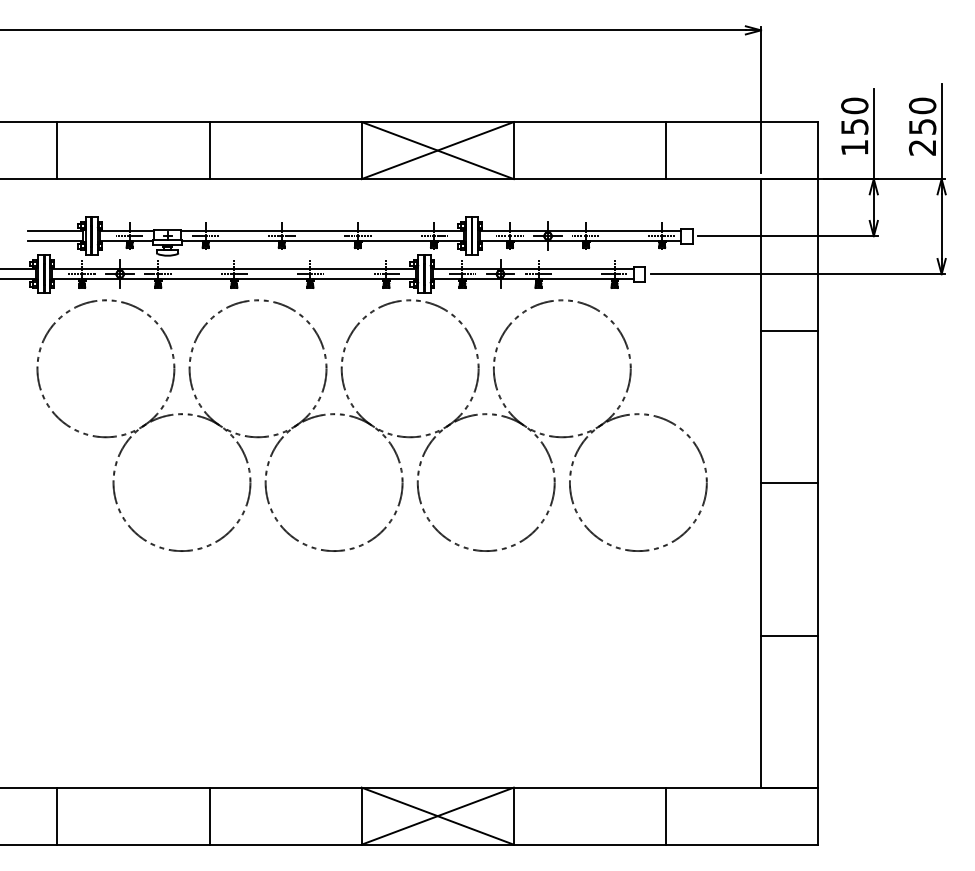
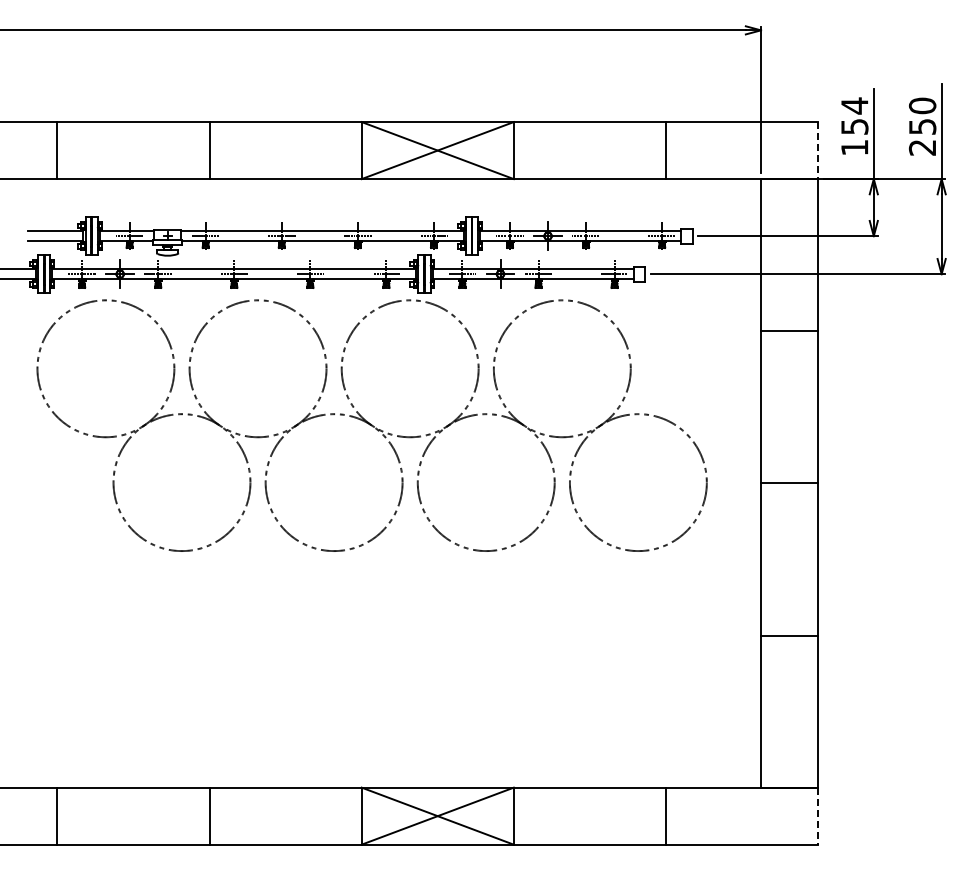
text at (854, 105): 150 -> 154
line at (818, 150): solid -> dashed
line at (818, 816): solid -> dashed
